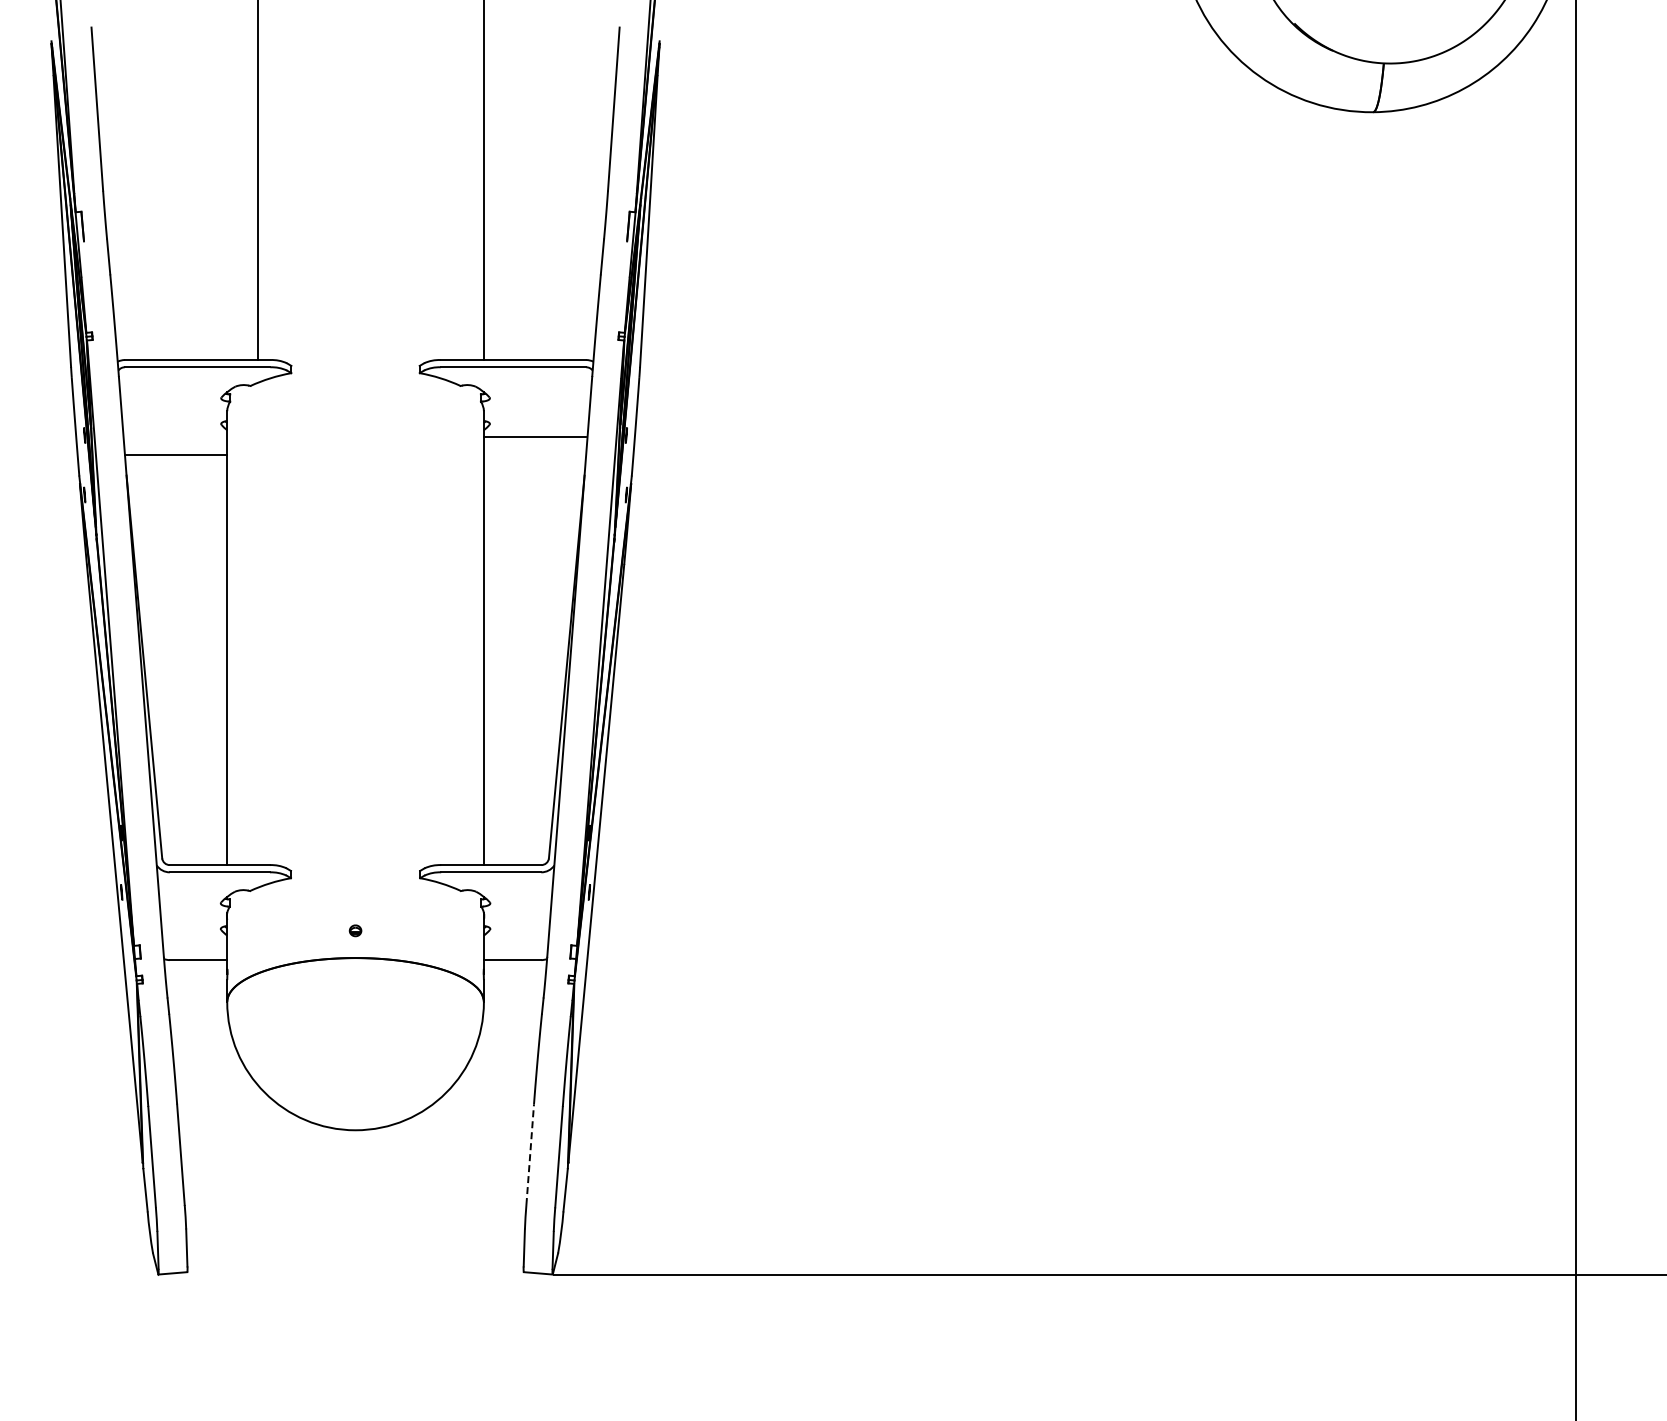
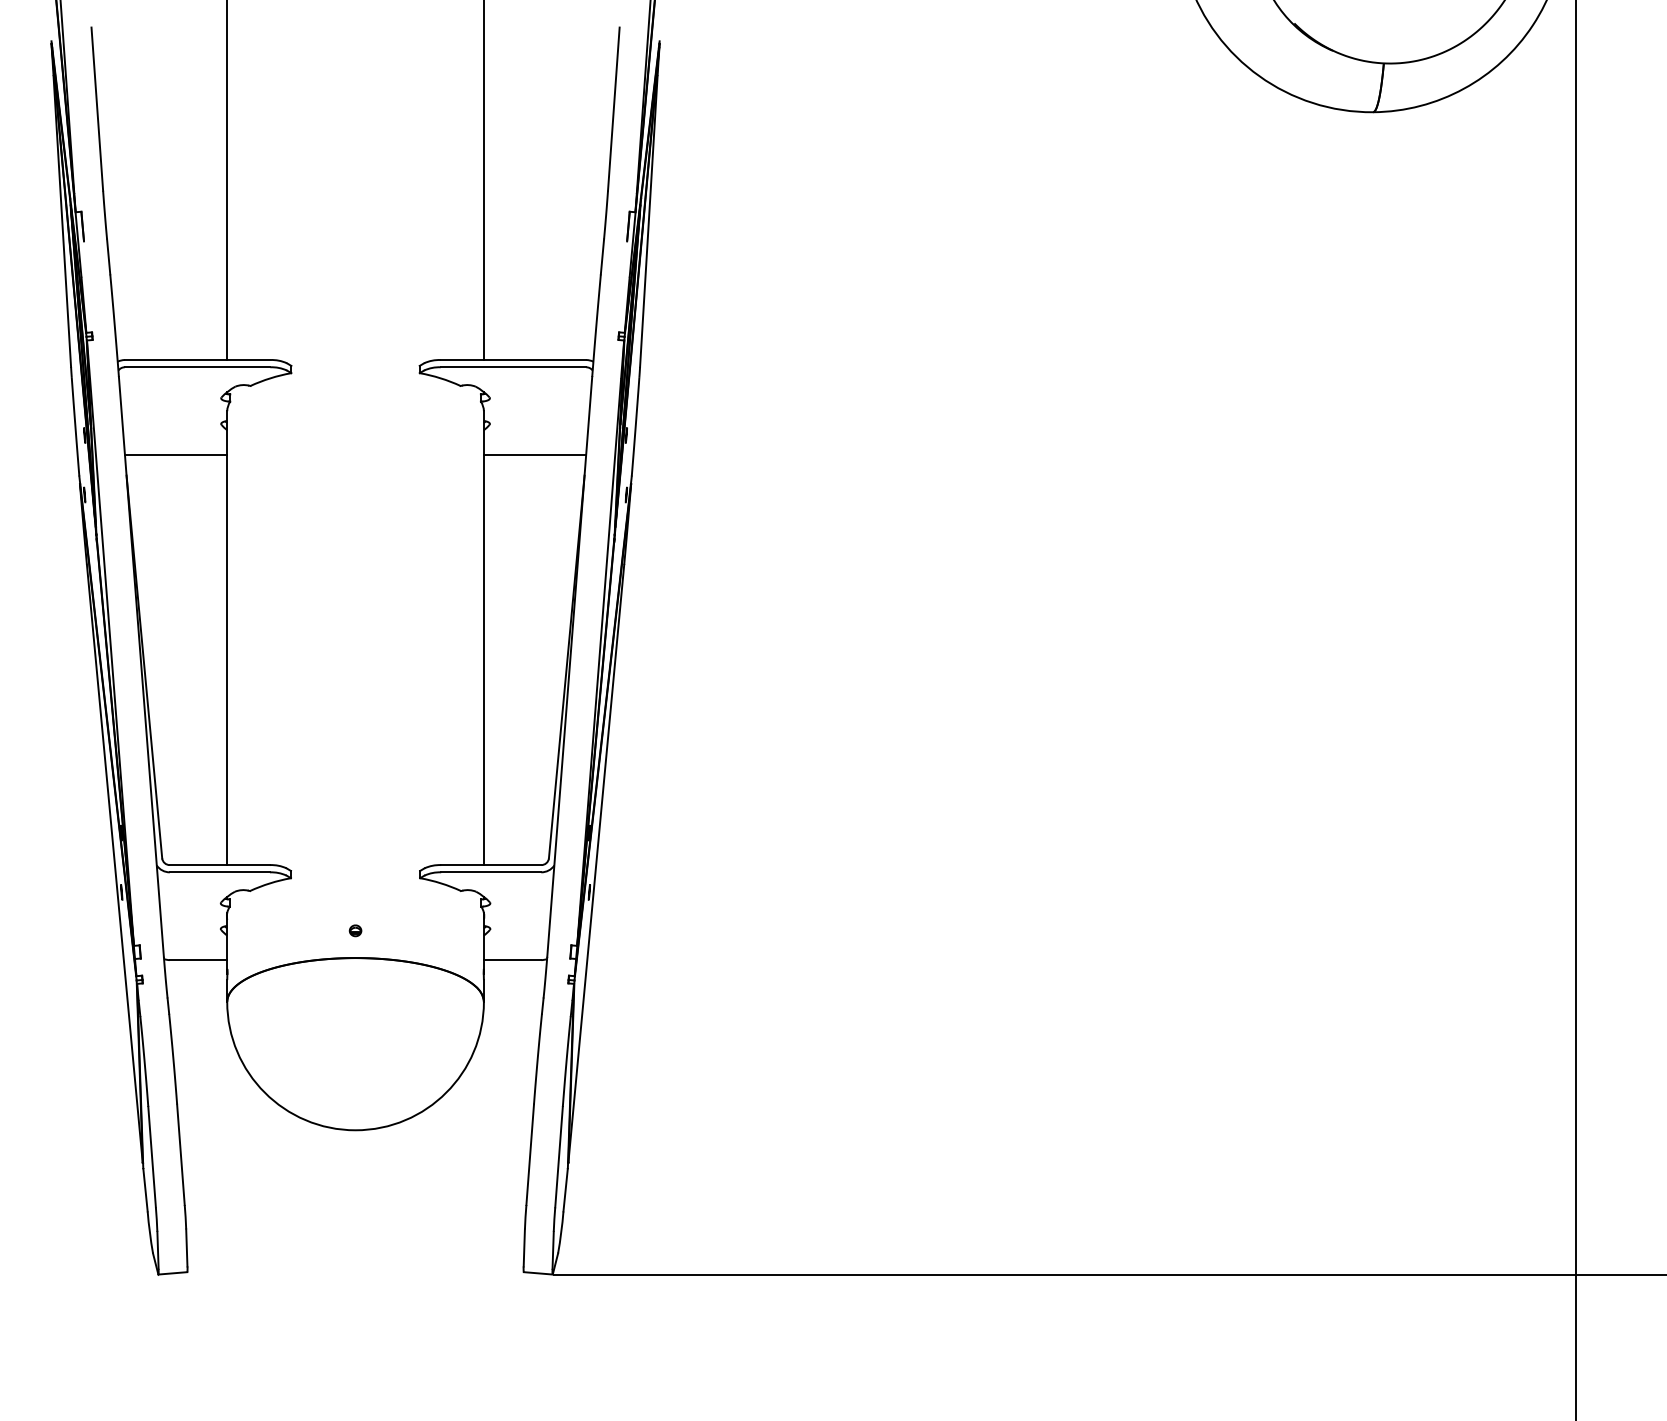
line at (258, 181) position: (258, 181) -> (227, 181)
line at (534, 437) position: (534, 437) -> (534, 455)
line at (530, 1154): dashed -> solid
